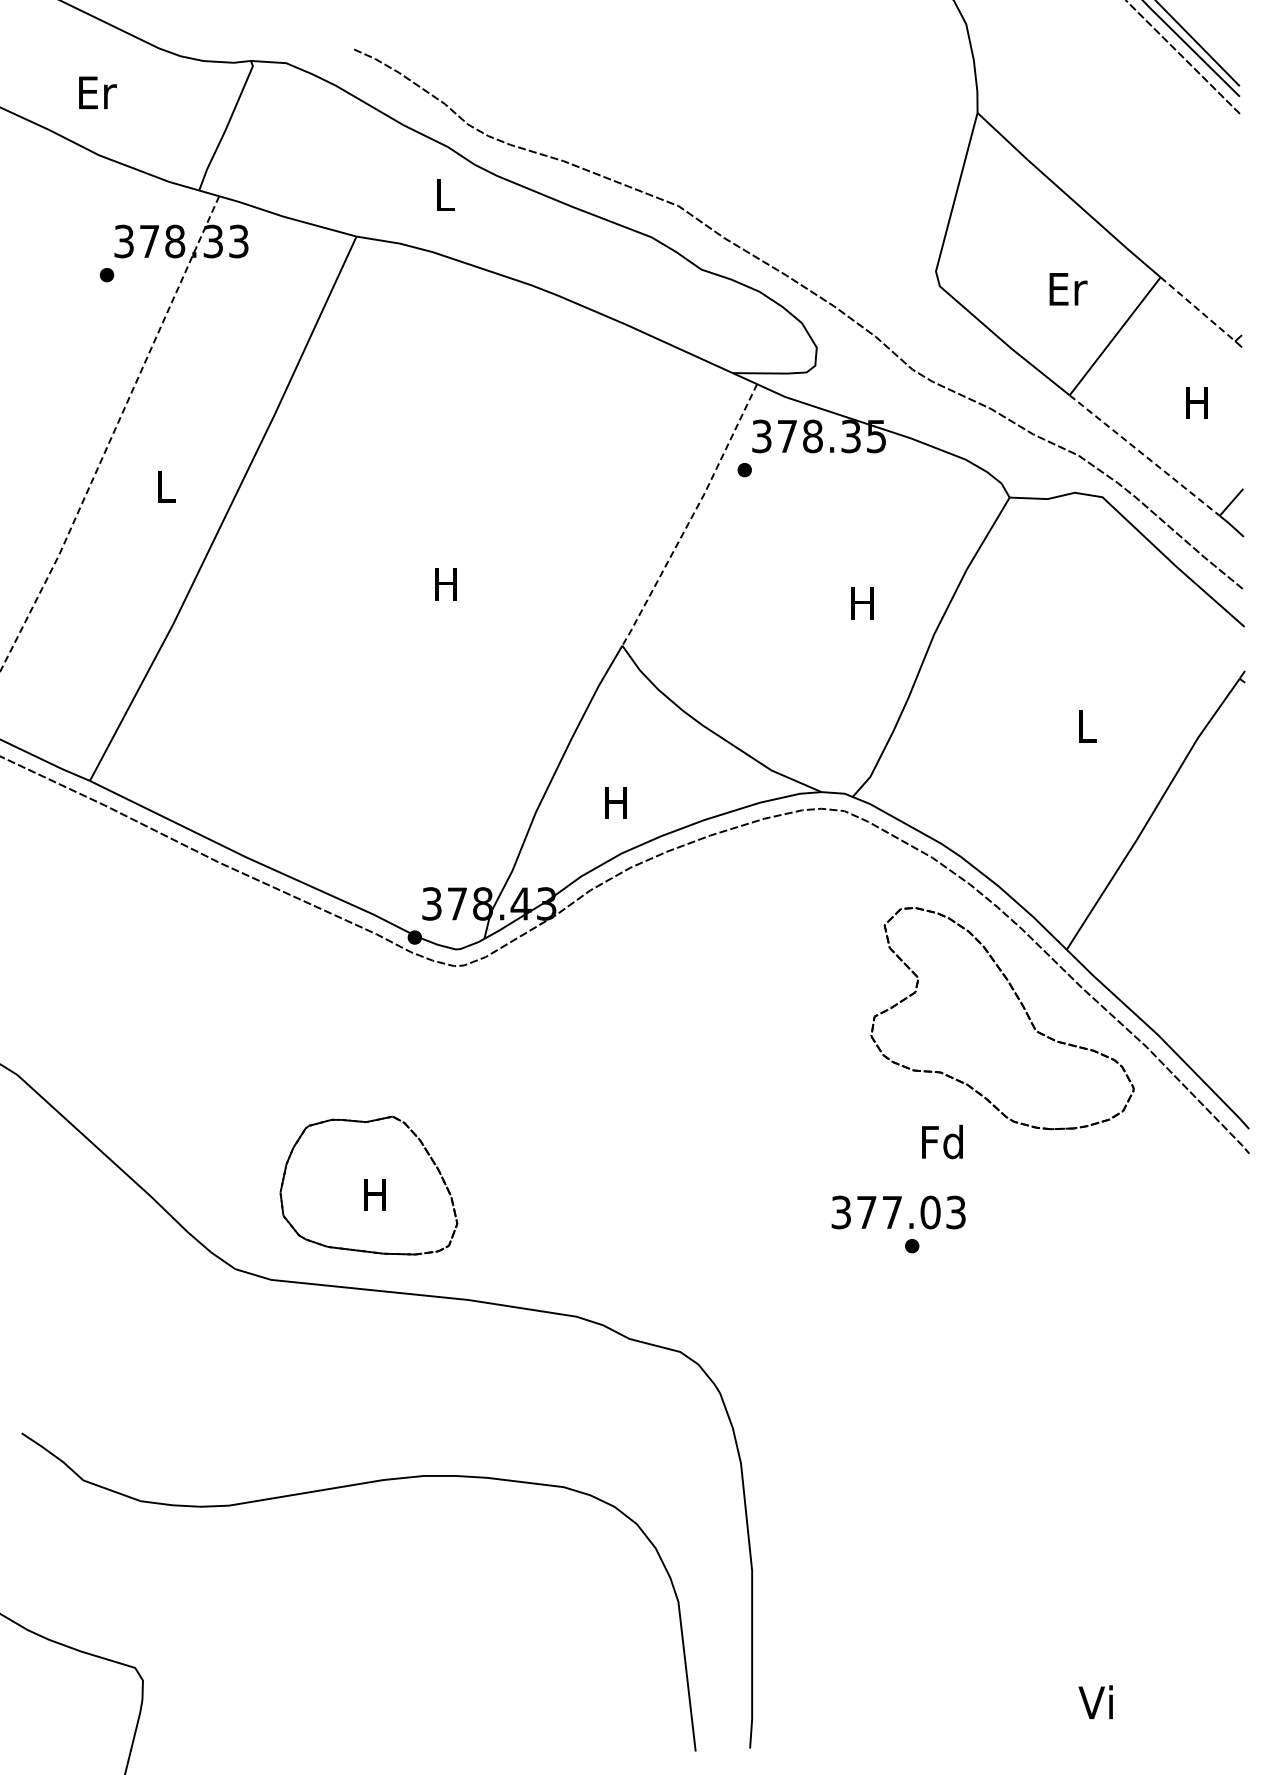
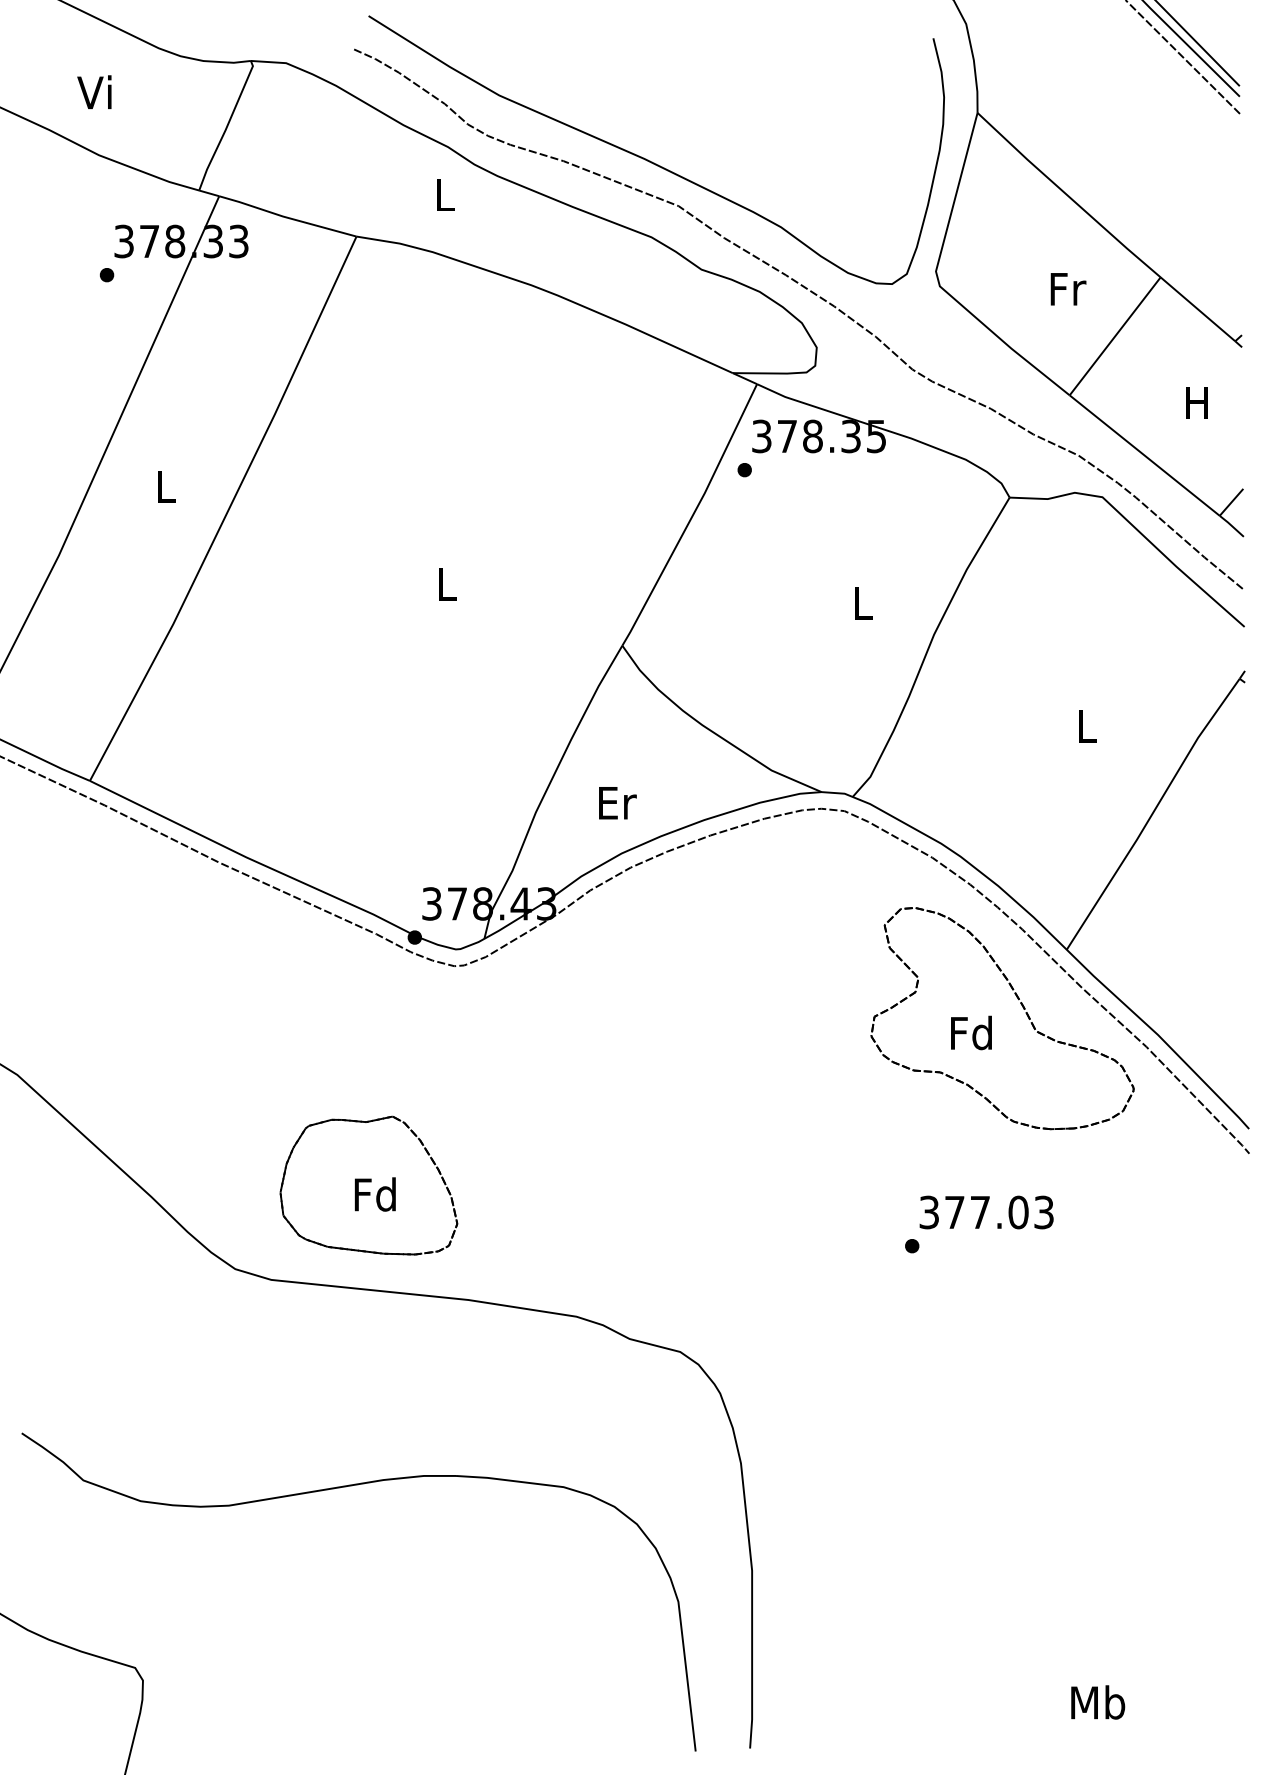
text at (96, 92): Er -> Vi
curve at (650, 160): none -> present
text at (1068, 289): Er -> Fr
line at (1198, 309): dashed -> solid
line at (112, 436): dashed -> solid
line at (1145, 455): dashed -> solid
line at (692, 516): dashed -> solid
text at (445, 584): H -> L
text at (862, 603): H -> L
text at (617, 803): H -> Er
text at (942, 1141) position: (942, 1141) -> (971, 1032)
text at (374, 1194): H -> Fd
text at (898, 1212) position: (898, 1212) -> (986, 1212)
text at (1098, 1702): Vi -> Mb
